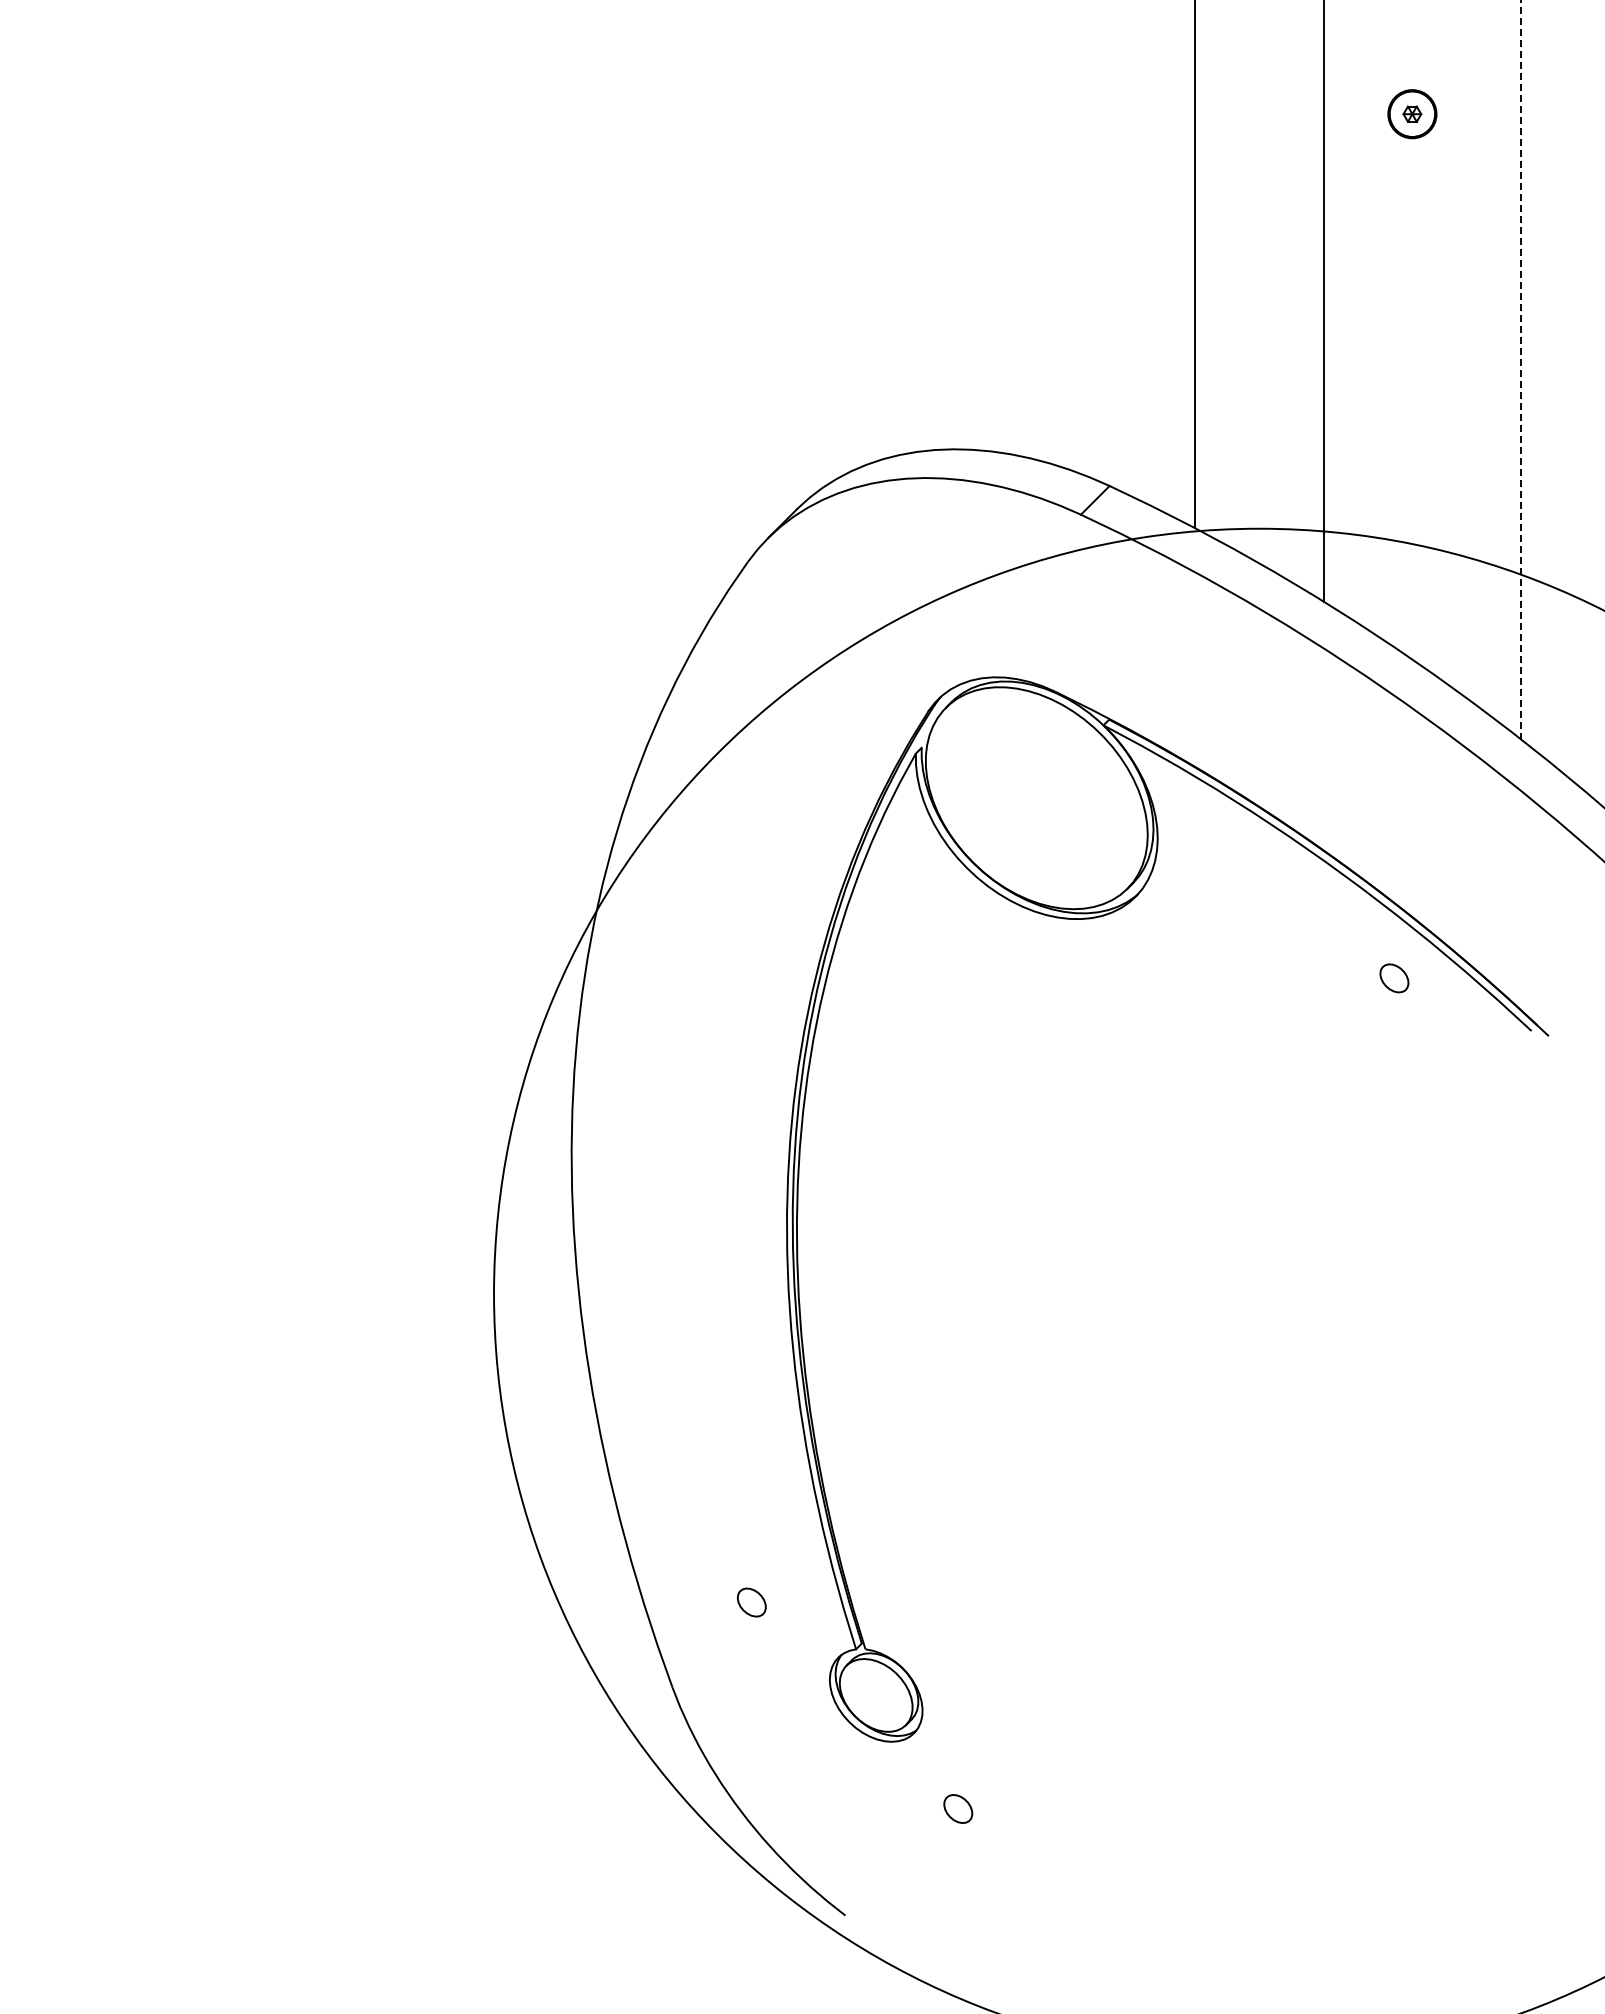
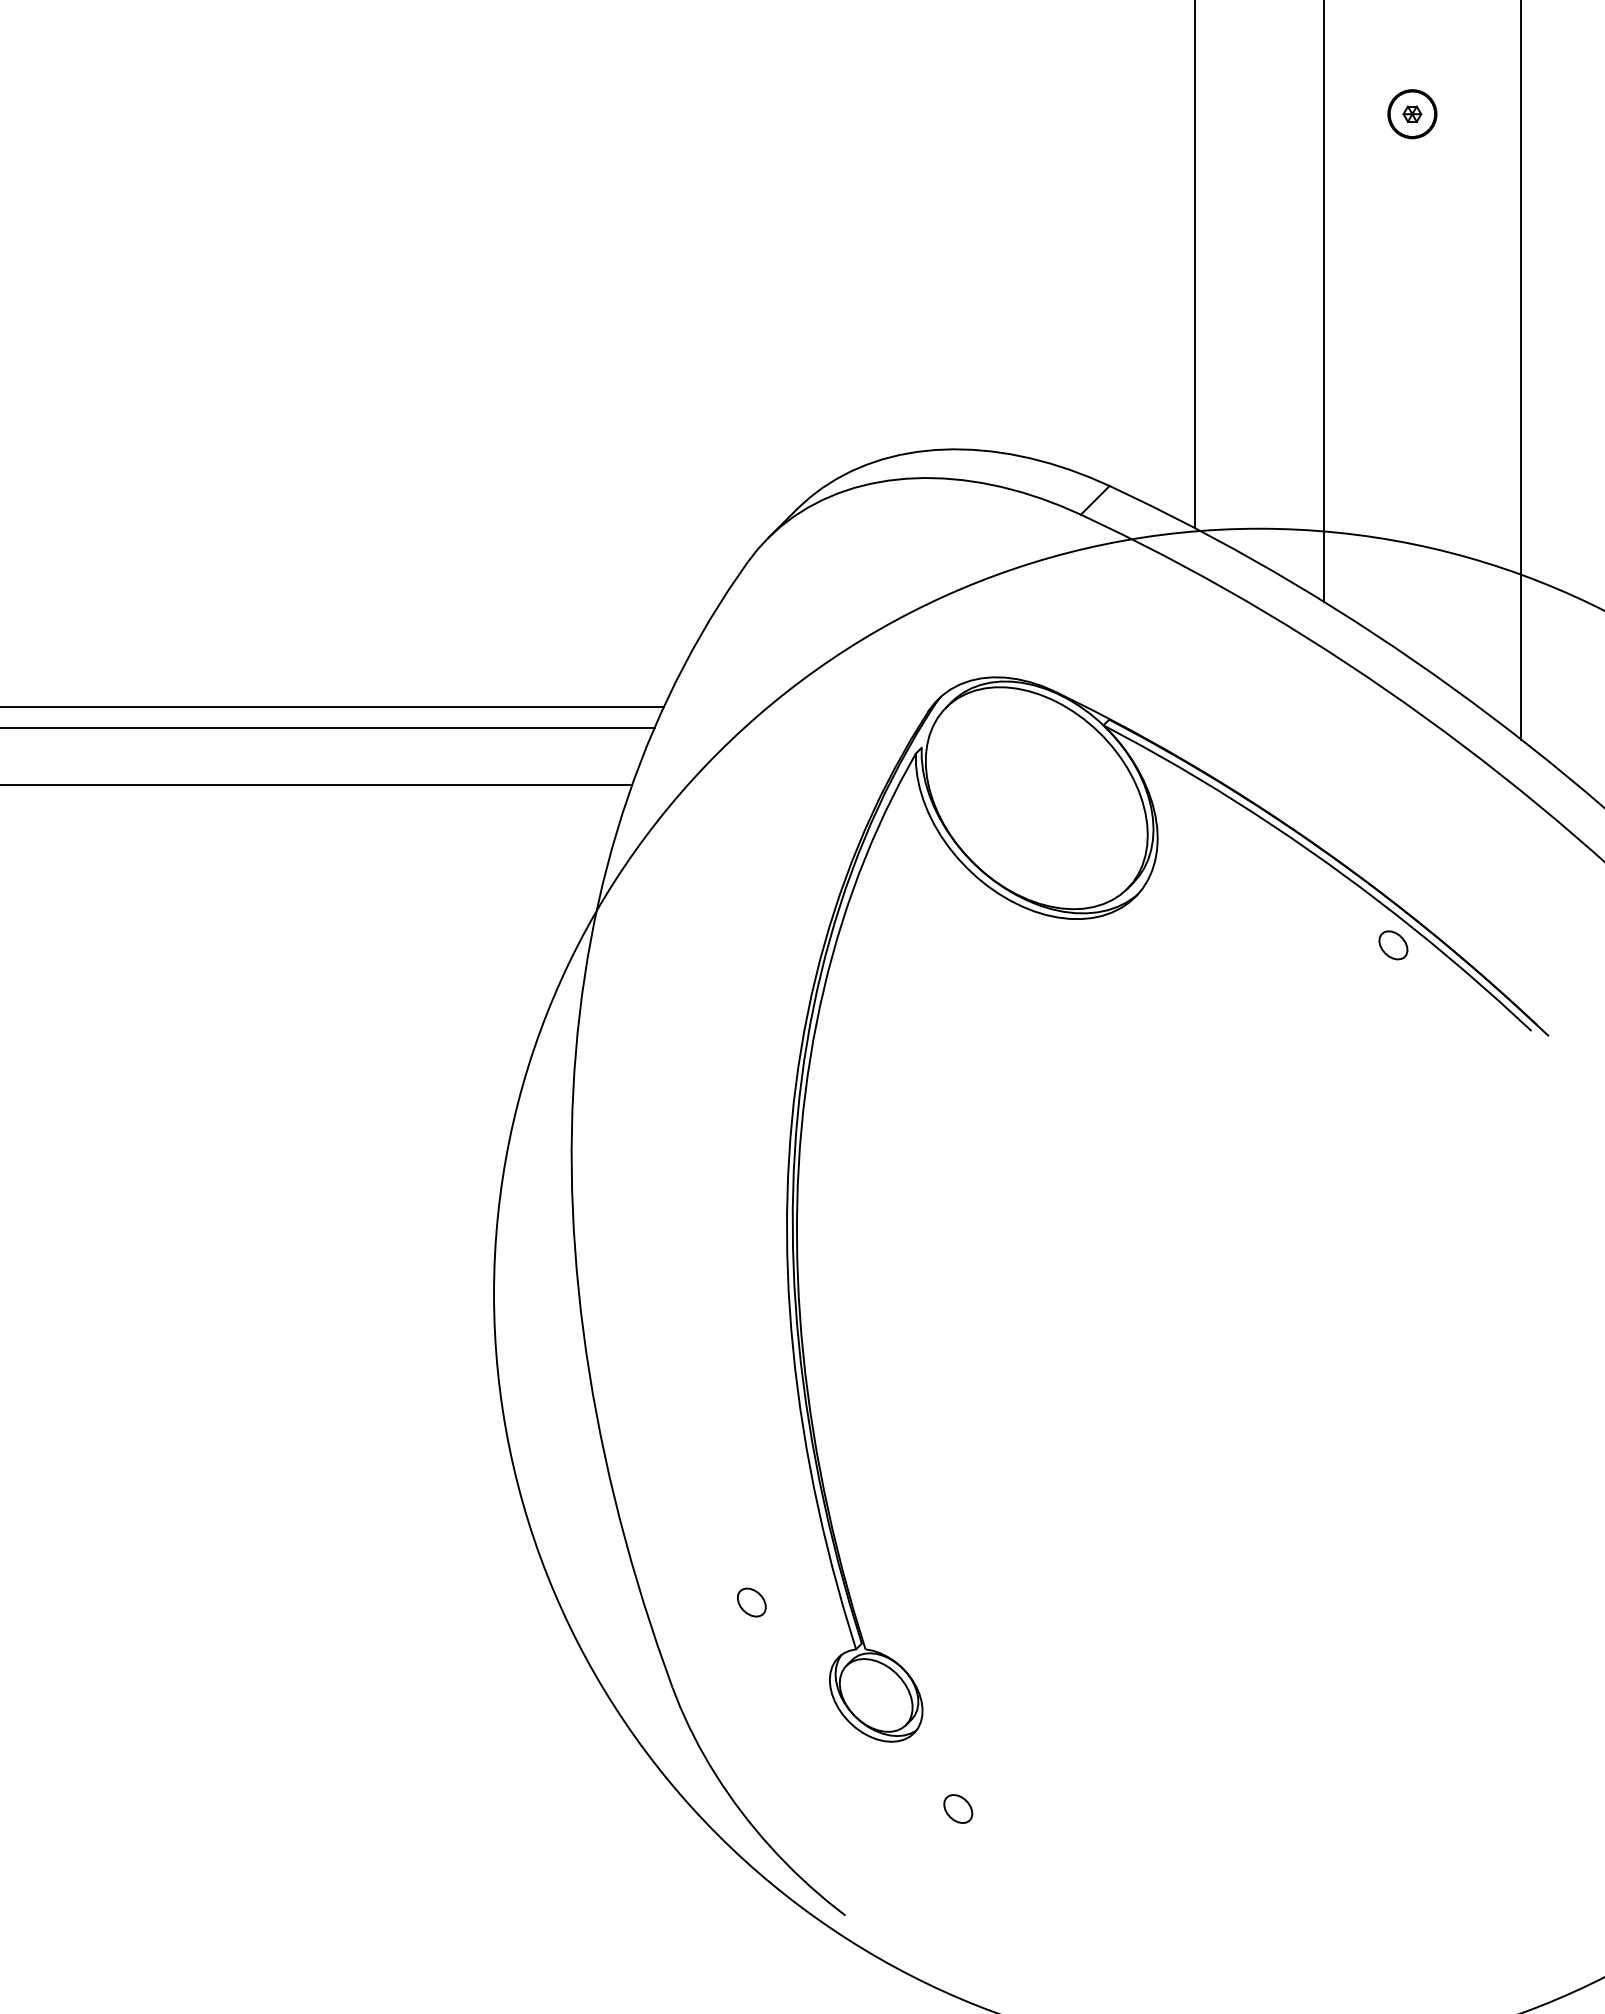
line at (1521, 369): dashed -> solid
line at (332, 706): none -> present
line at (328, 727): none -> present
line at (317, 785): none -> present
part at (1394, 978) position: (1394, 978) -> (1393, 945)
